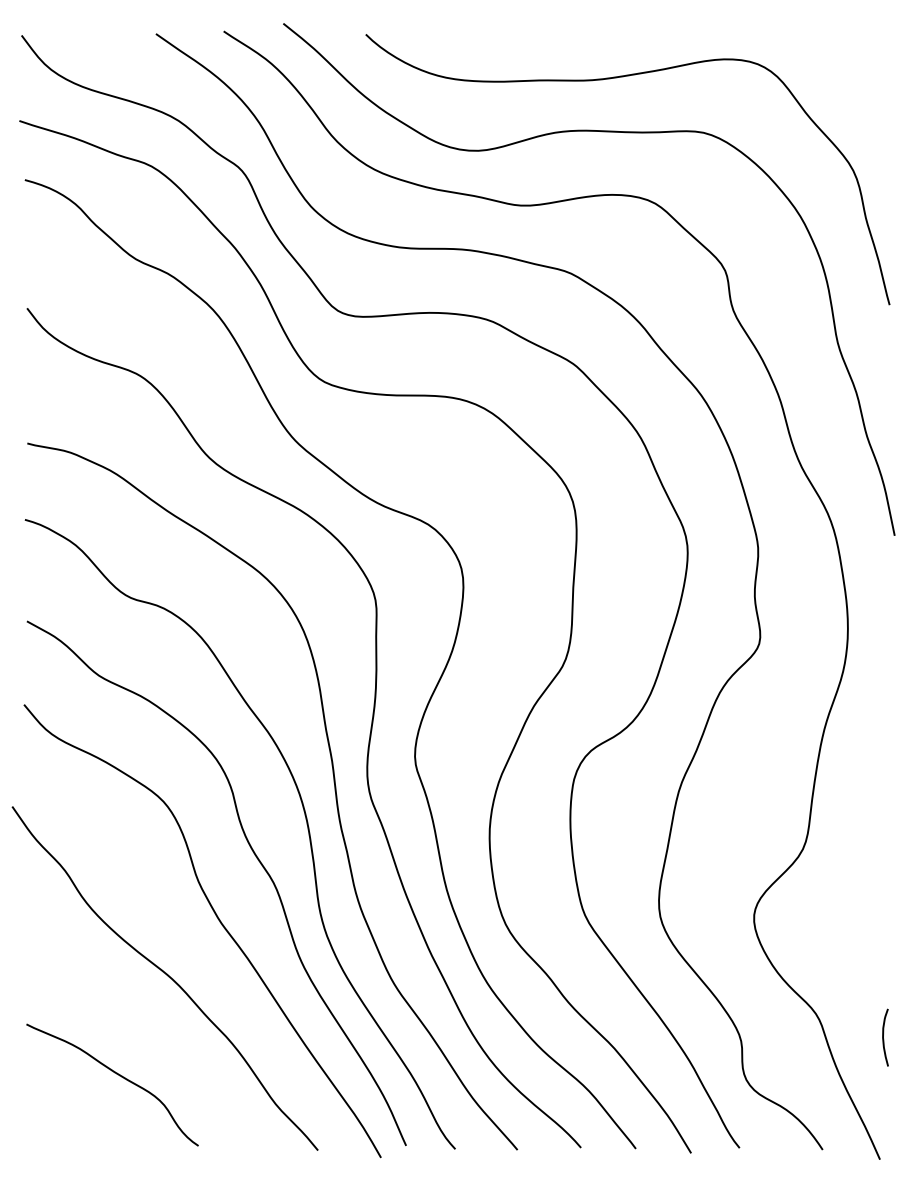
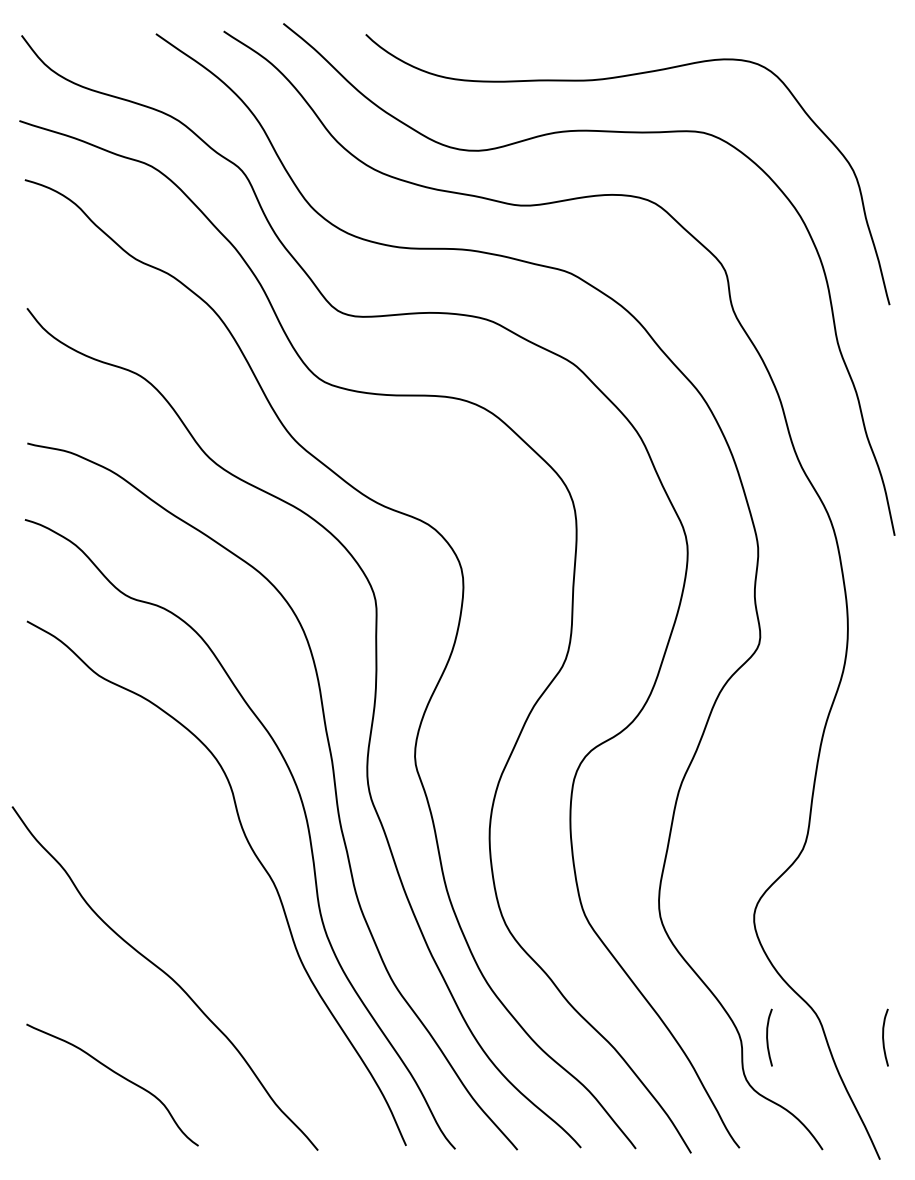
curve at (217, 919): present -> none
curve at (767, 1037): none -> present
